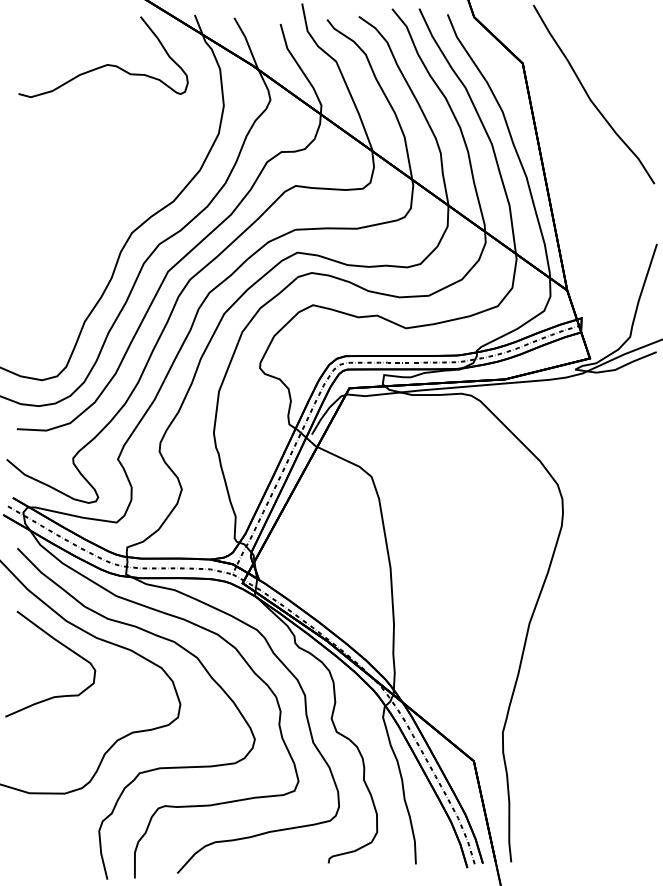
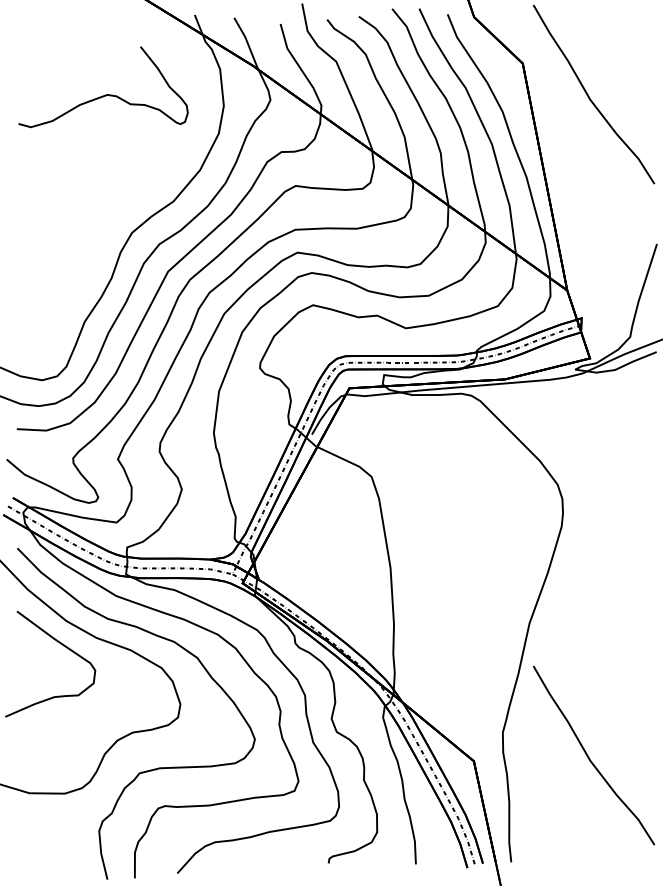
curve at (105, 64) position: (105, 64) -> (105, 94)
curve at (590, 758): none -> present
